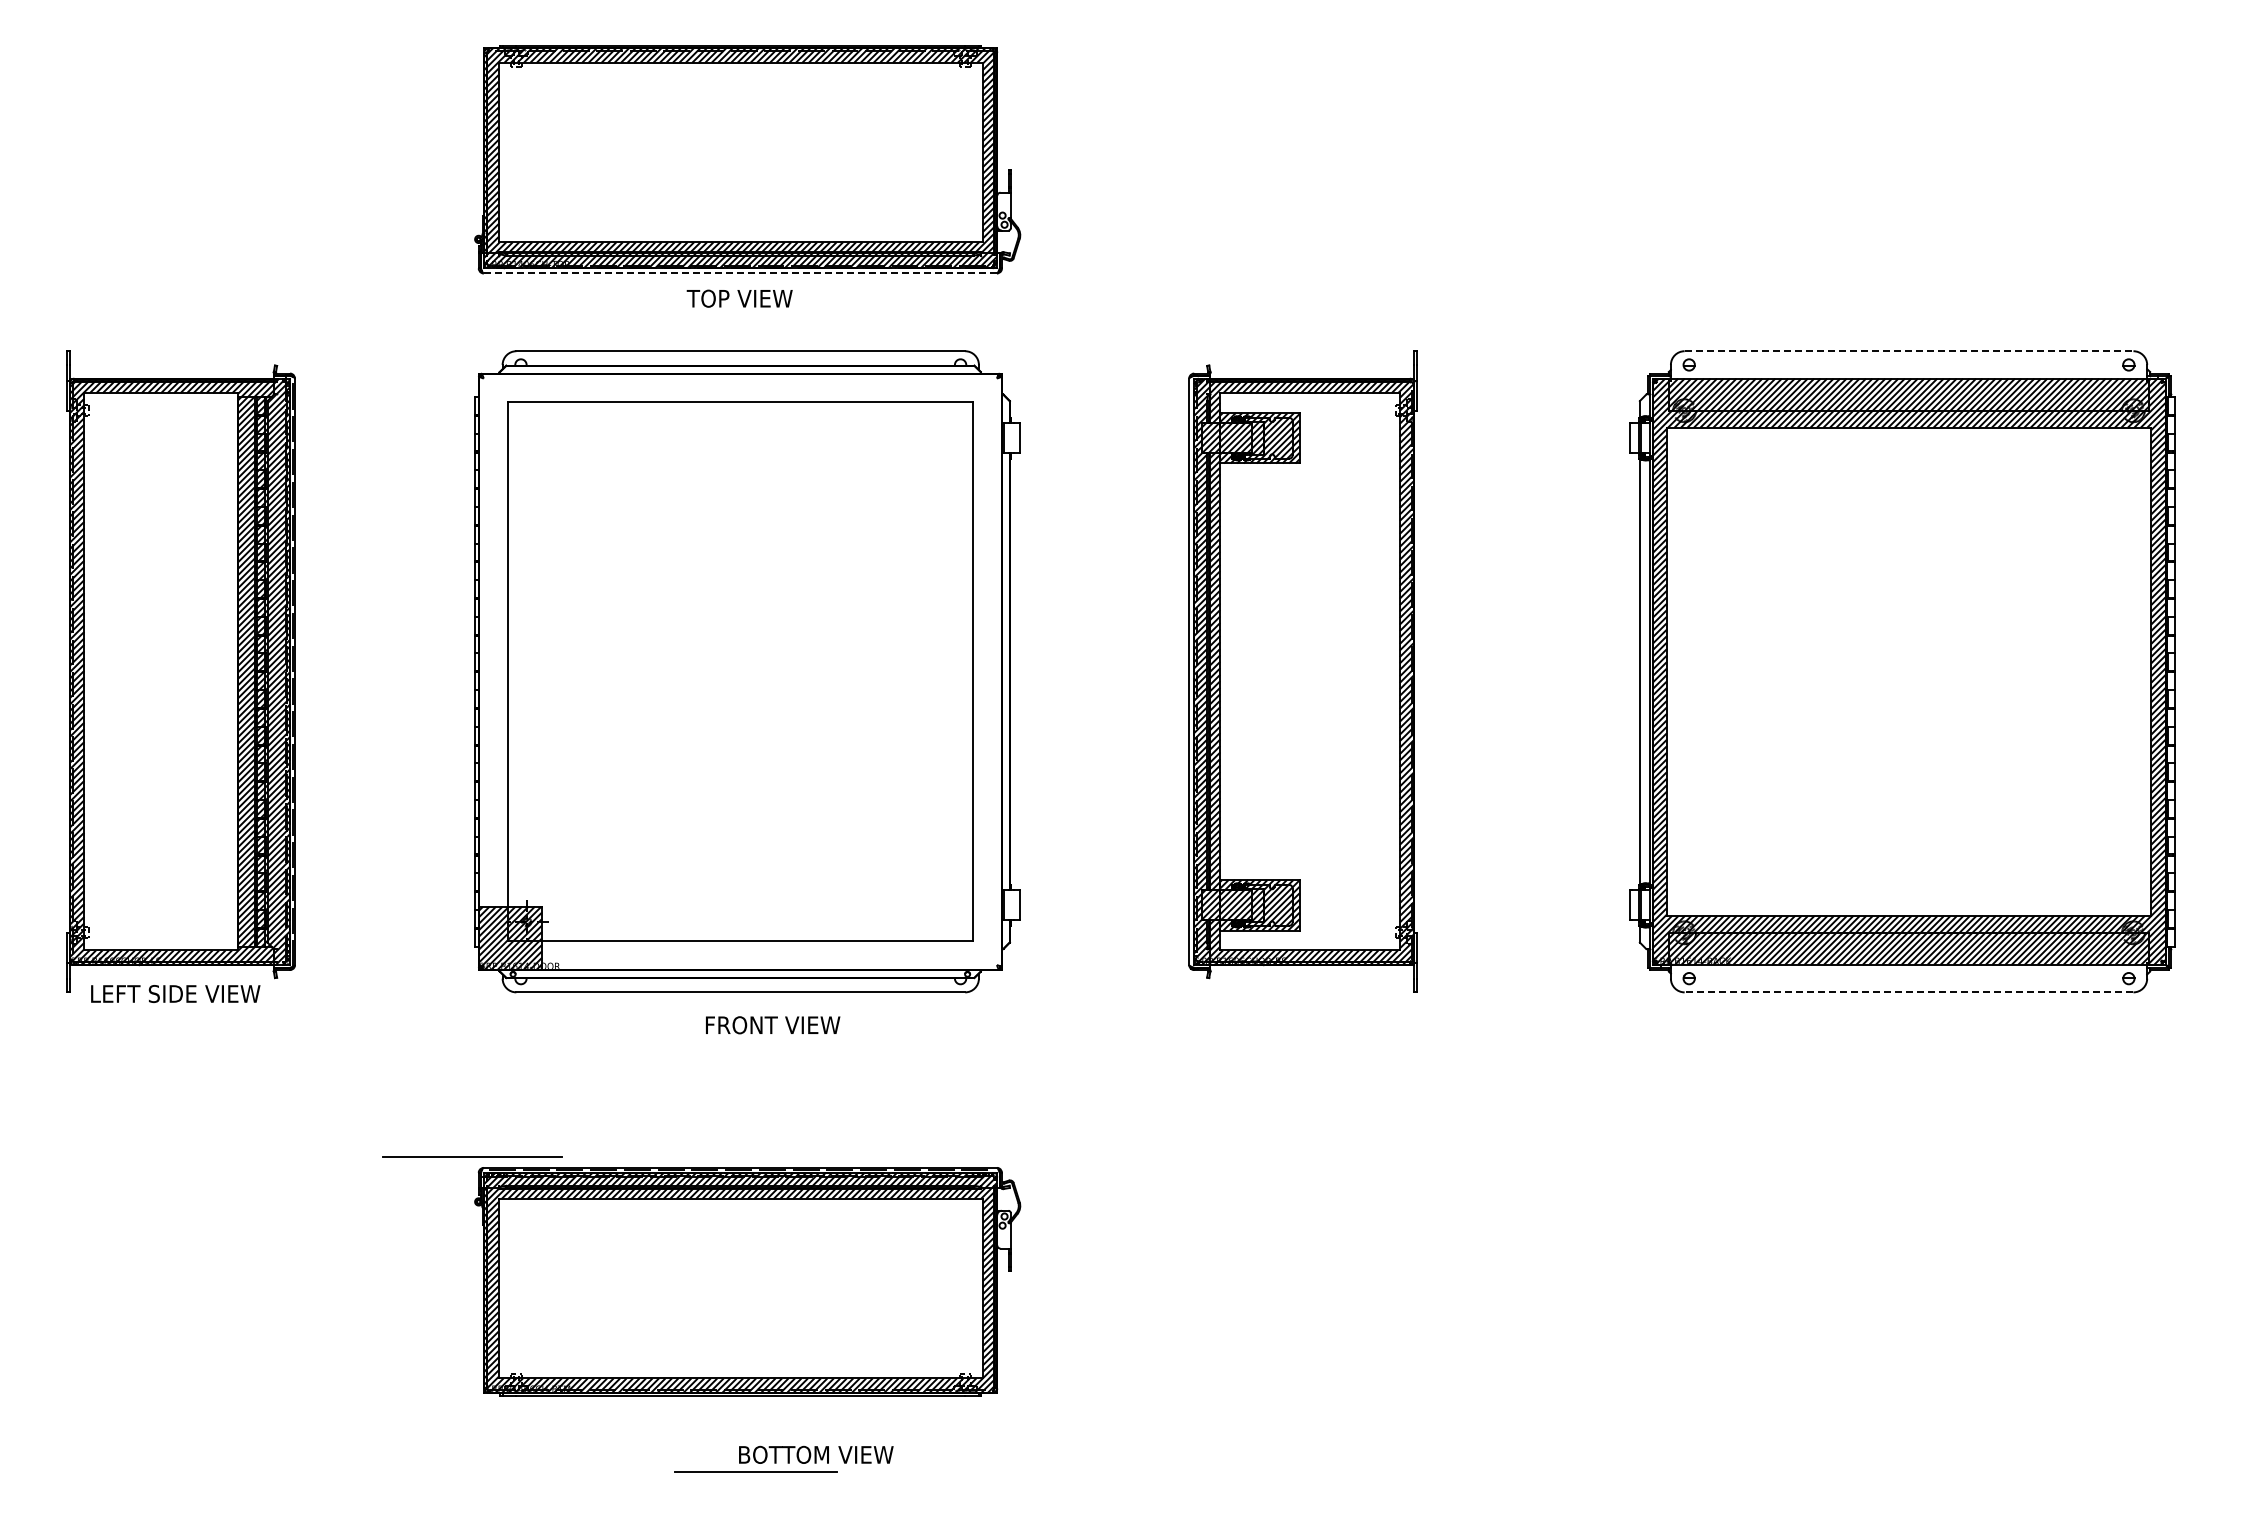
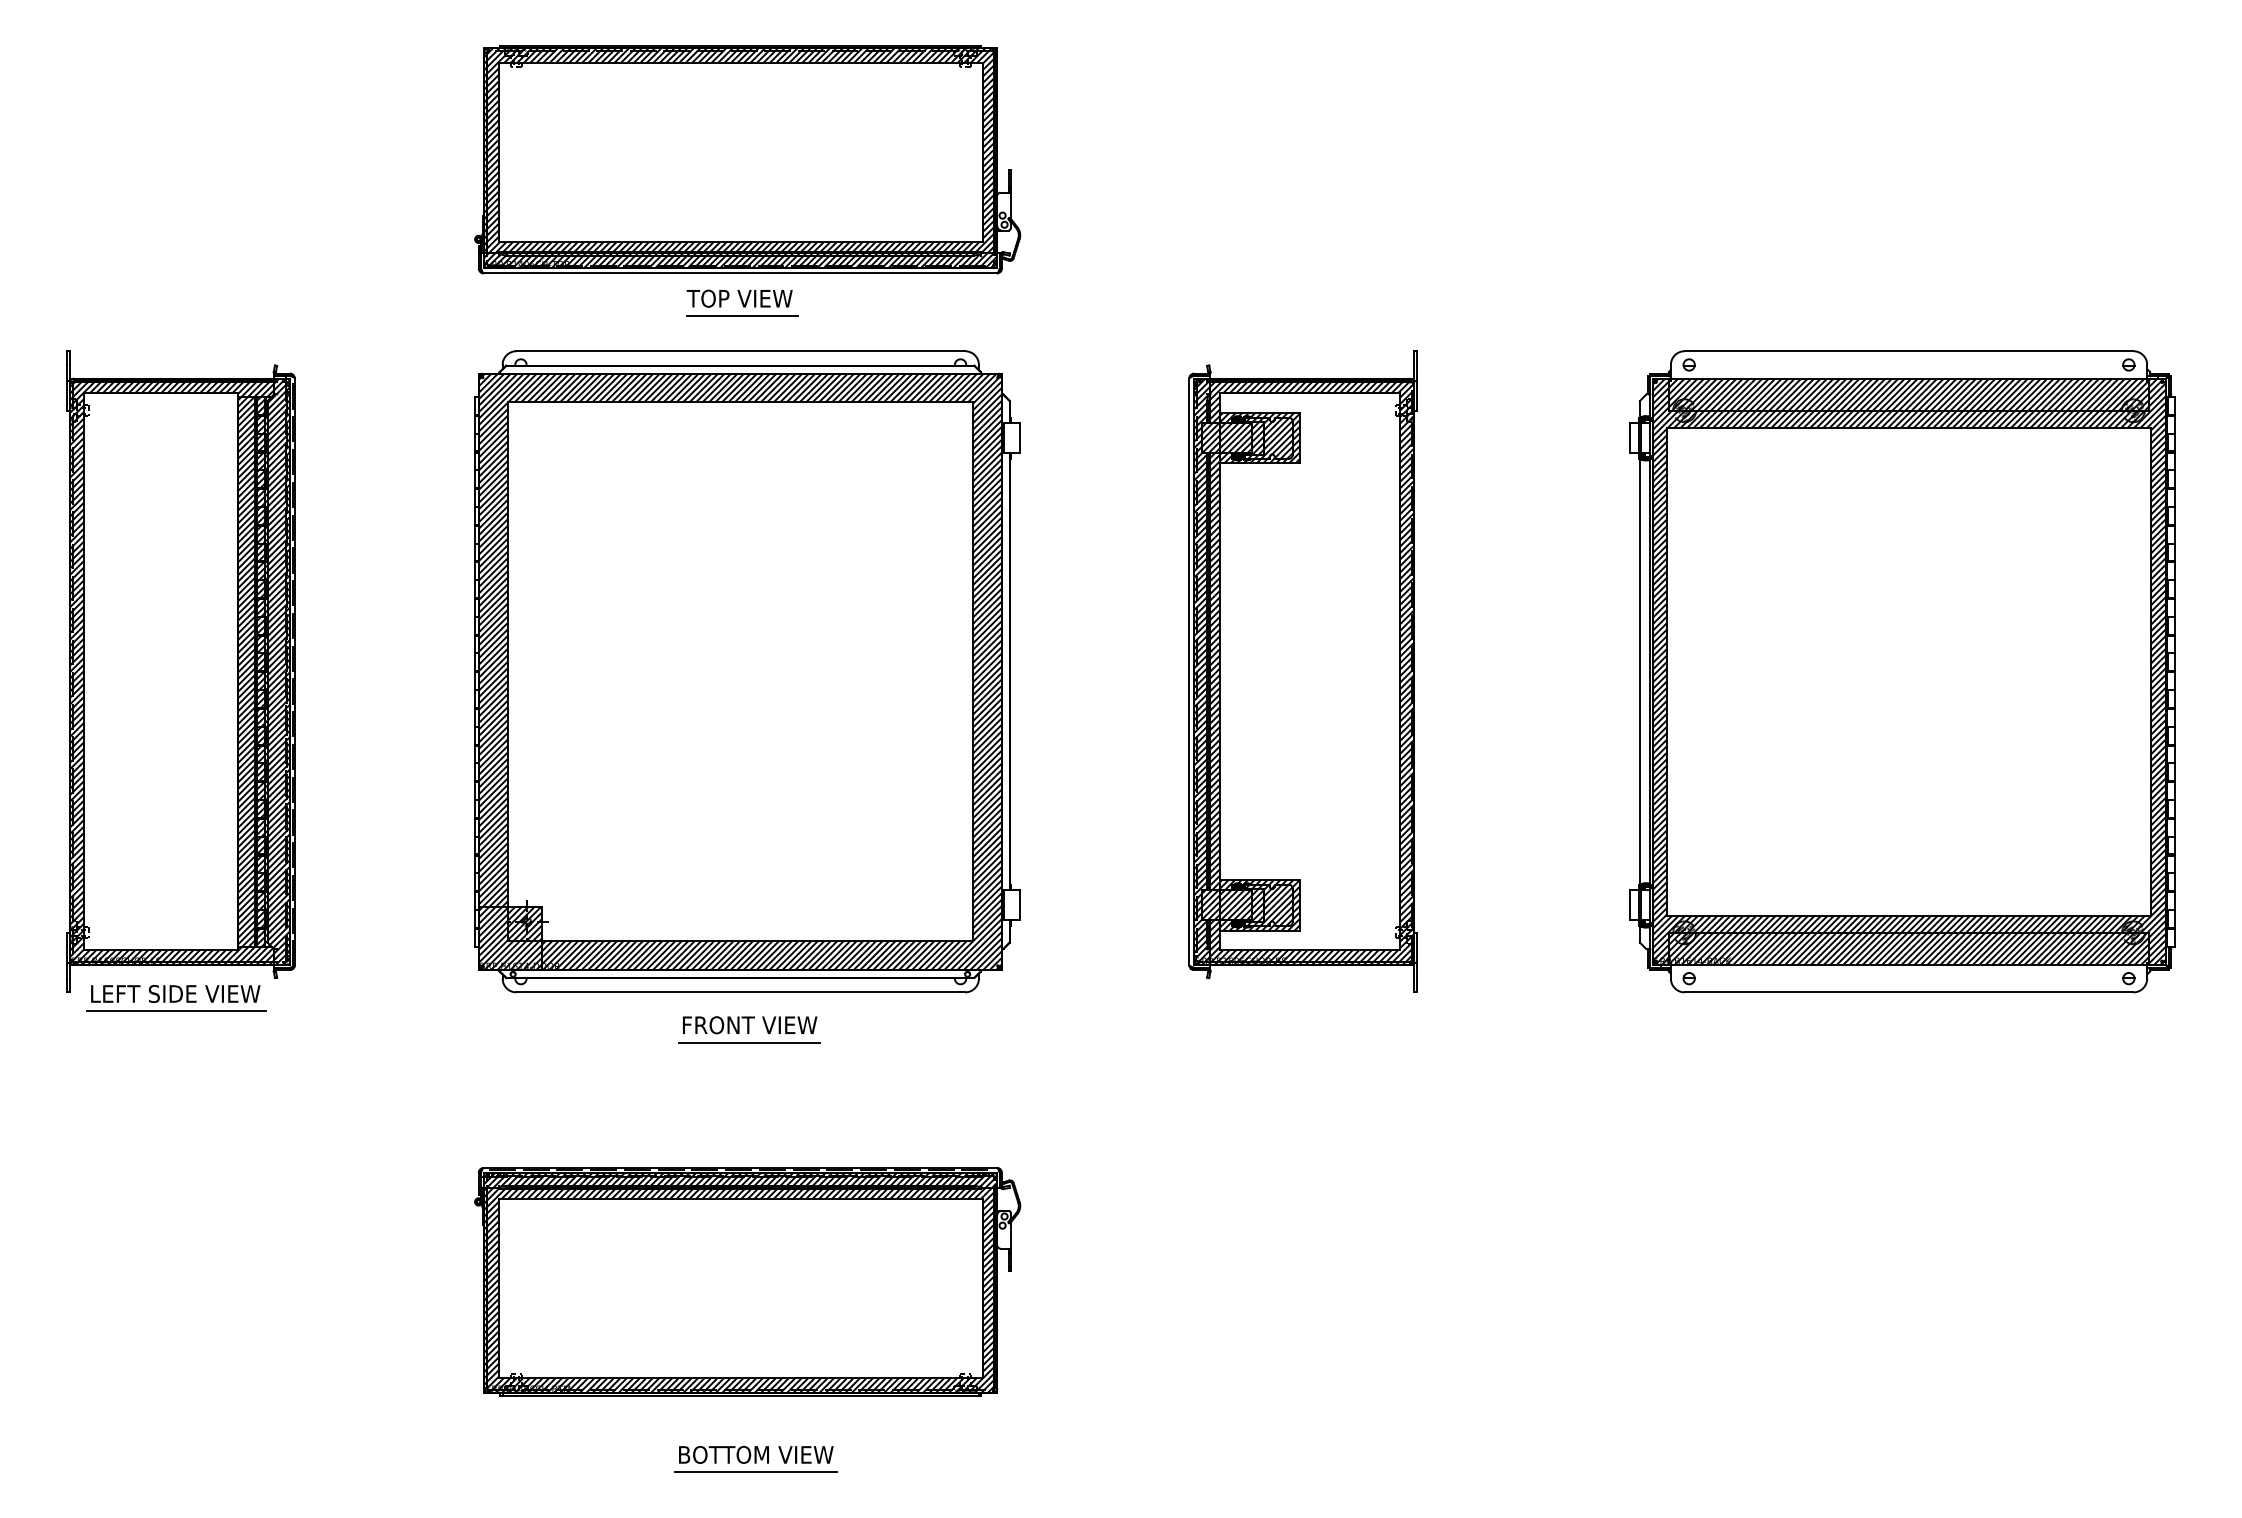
line at (740, 273): dashed -> solid
line at (741, 316): none -> present
line at (1909, 351): dashed -> solid
hatch at (739, 671): none -> present
line at (1908, 992): dashed -> solid
text at (773, 1025) position: (773, 1025) -> (750, 1025)
line at (749, 1042): none -> present
line at (472, 1156) position: (472, 1156) -> (176, 1010)
text at (816, 1454) position: (816, 1454) -> (756, 1454)
